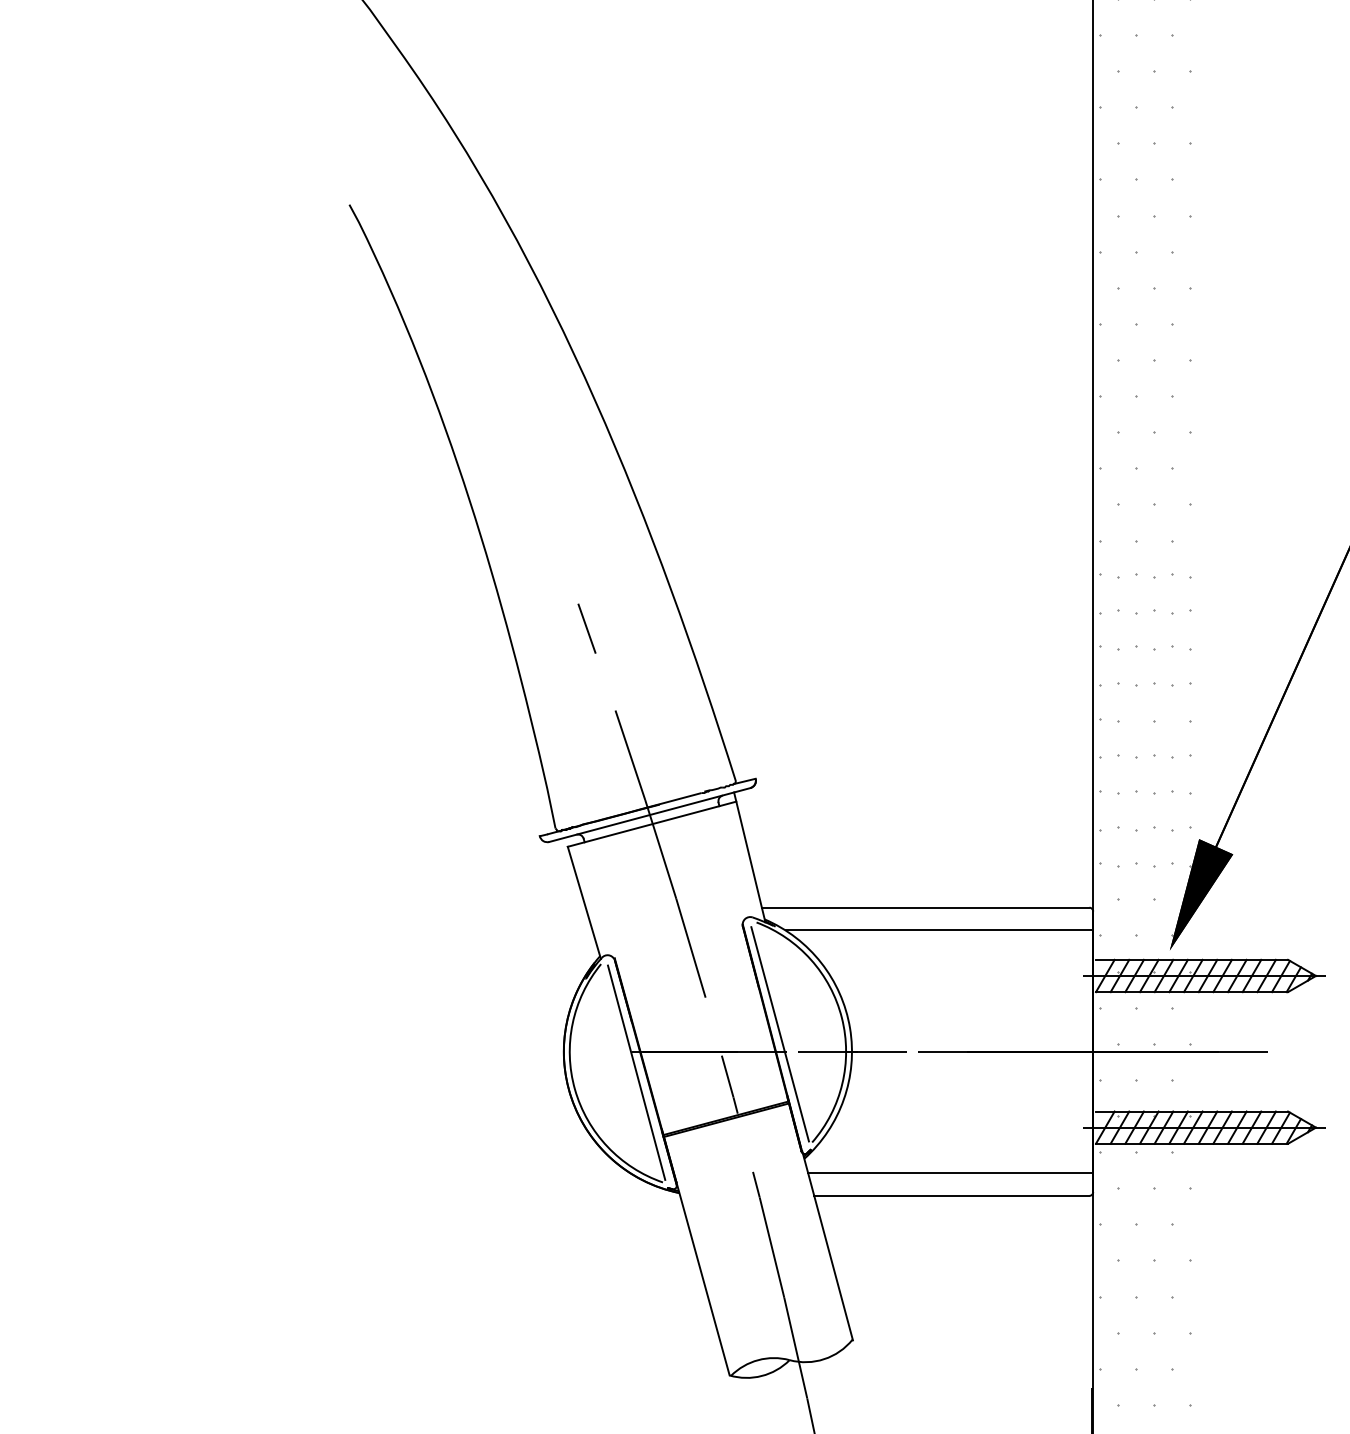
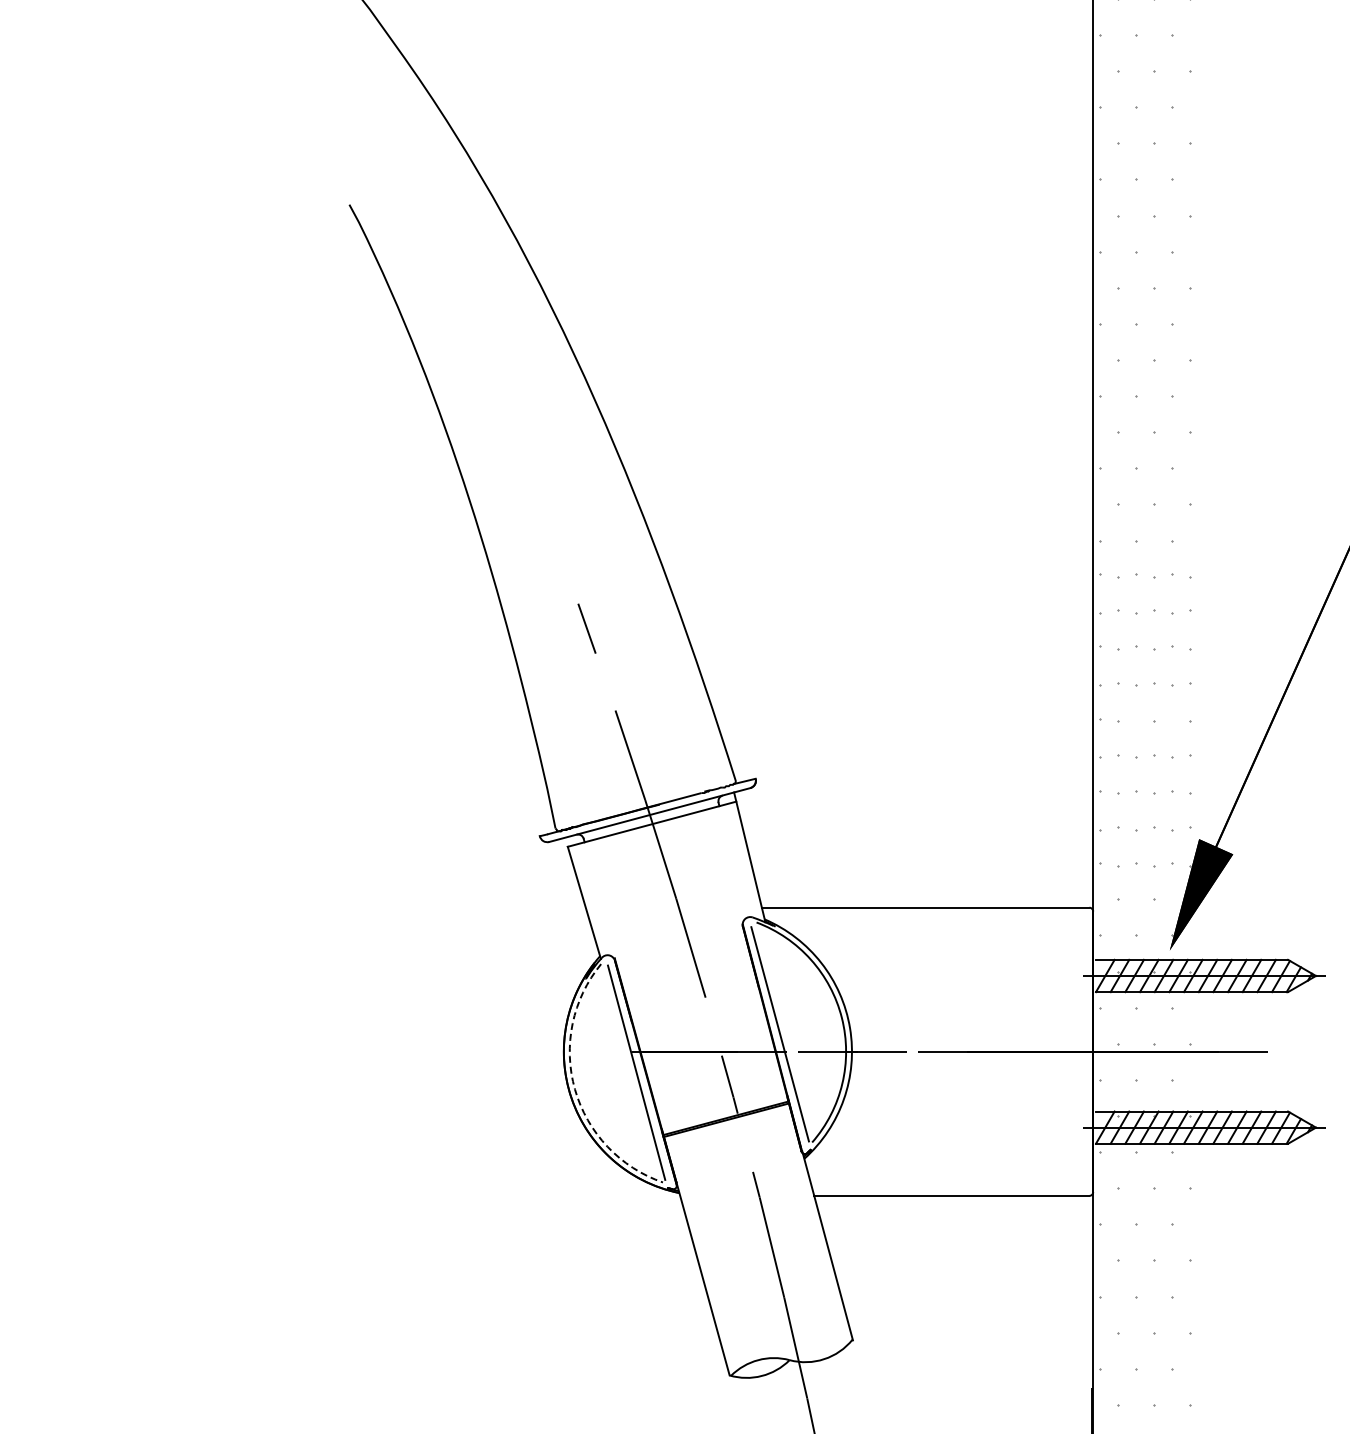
line at (939, 930): present -> none
arc at (574, 1089): solid -> dashed
line at (950, 1173): present -> none
